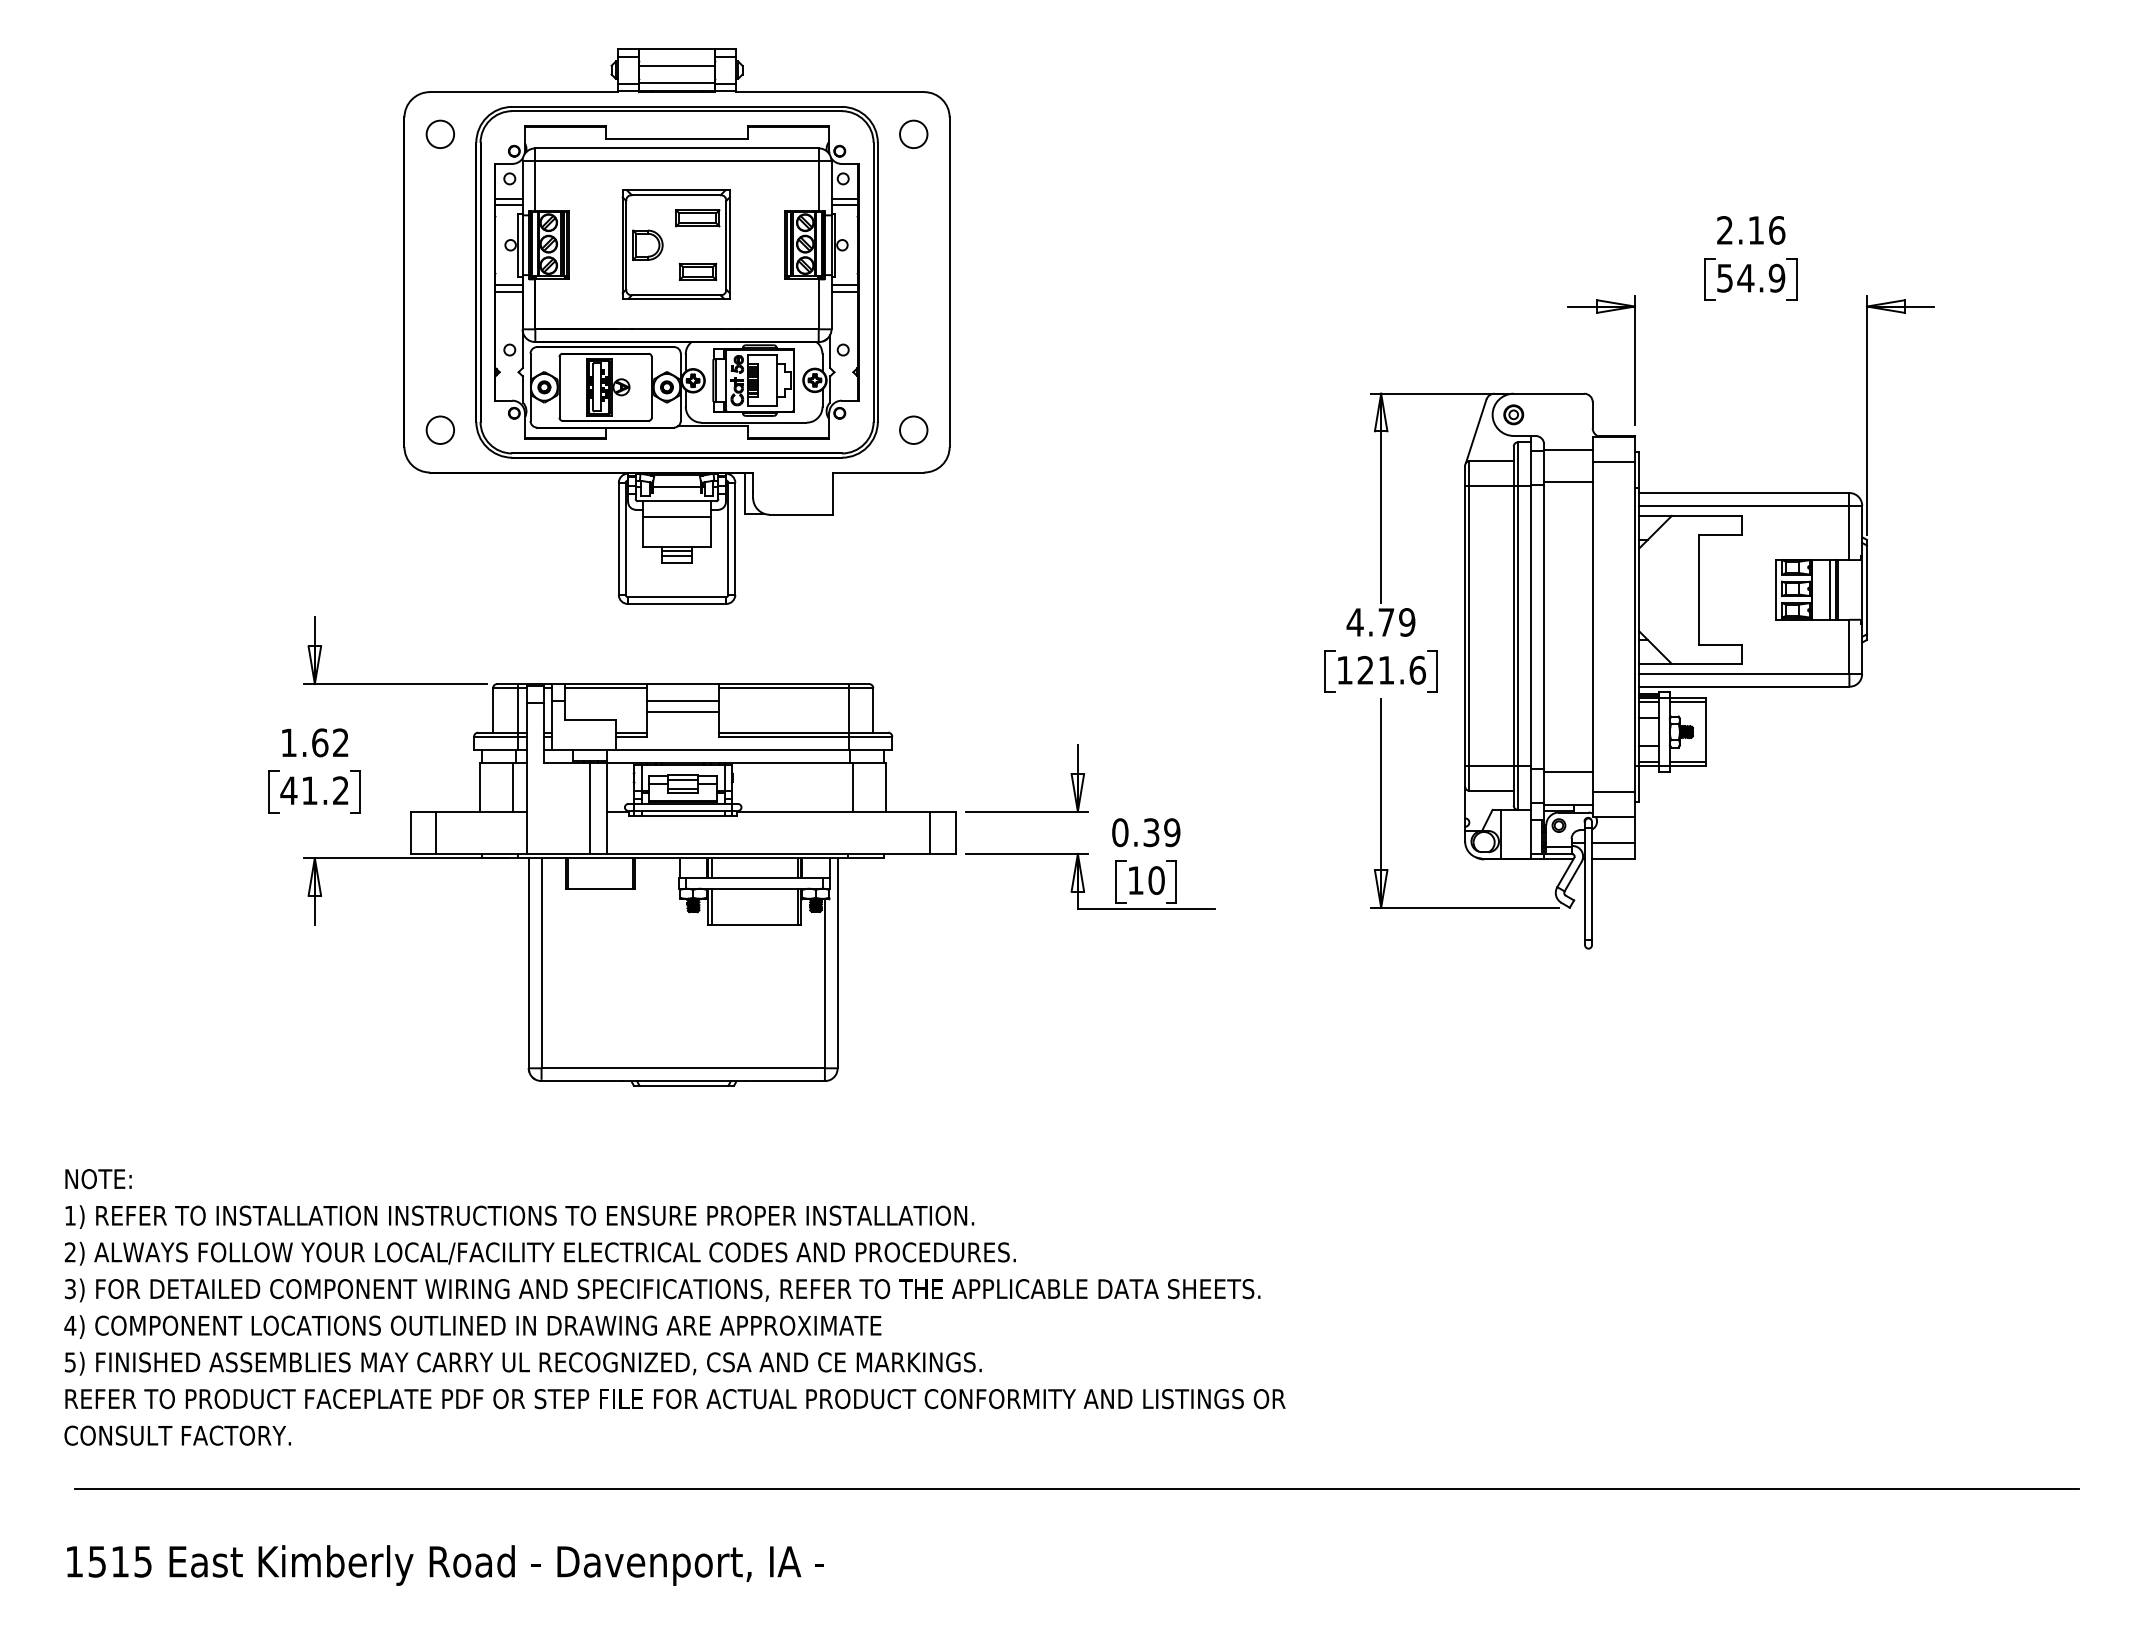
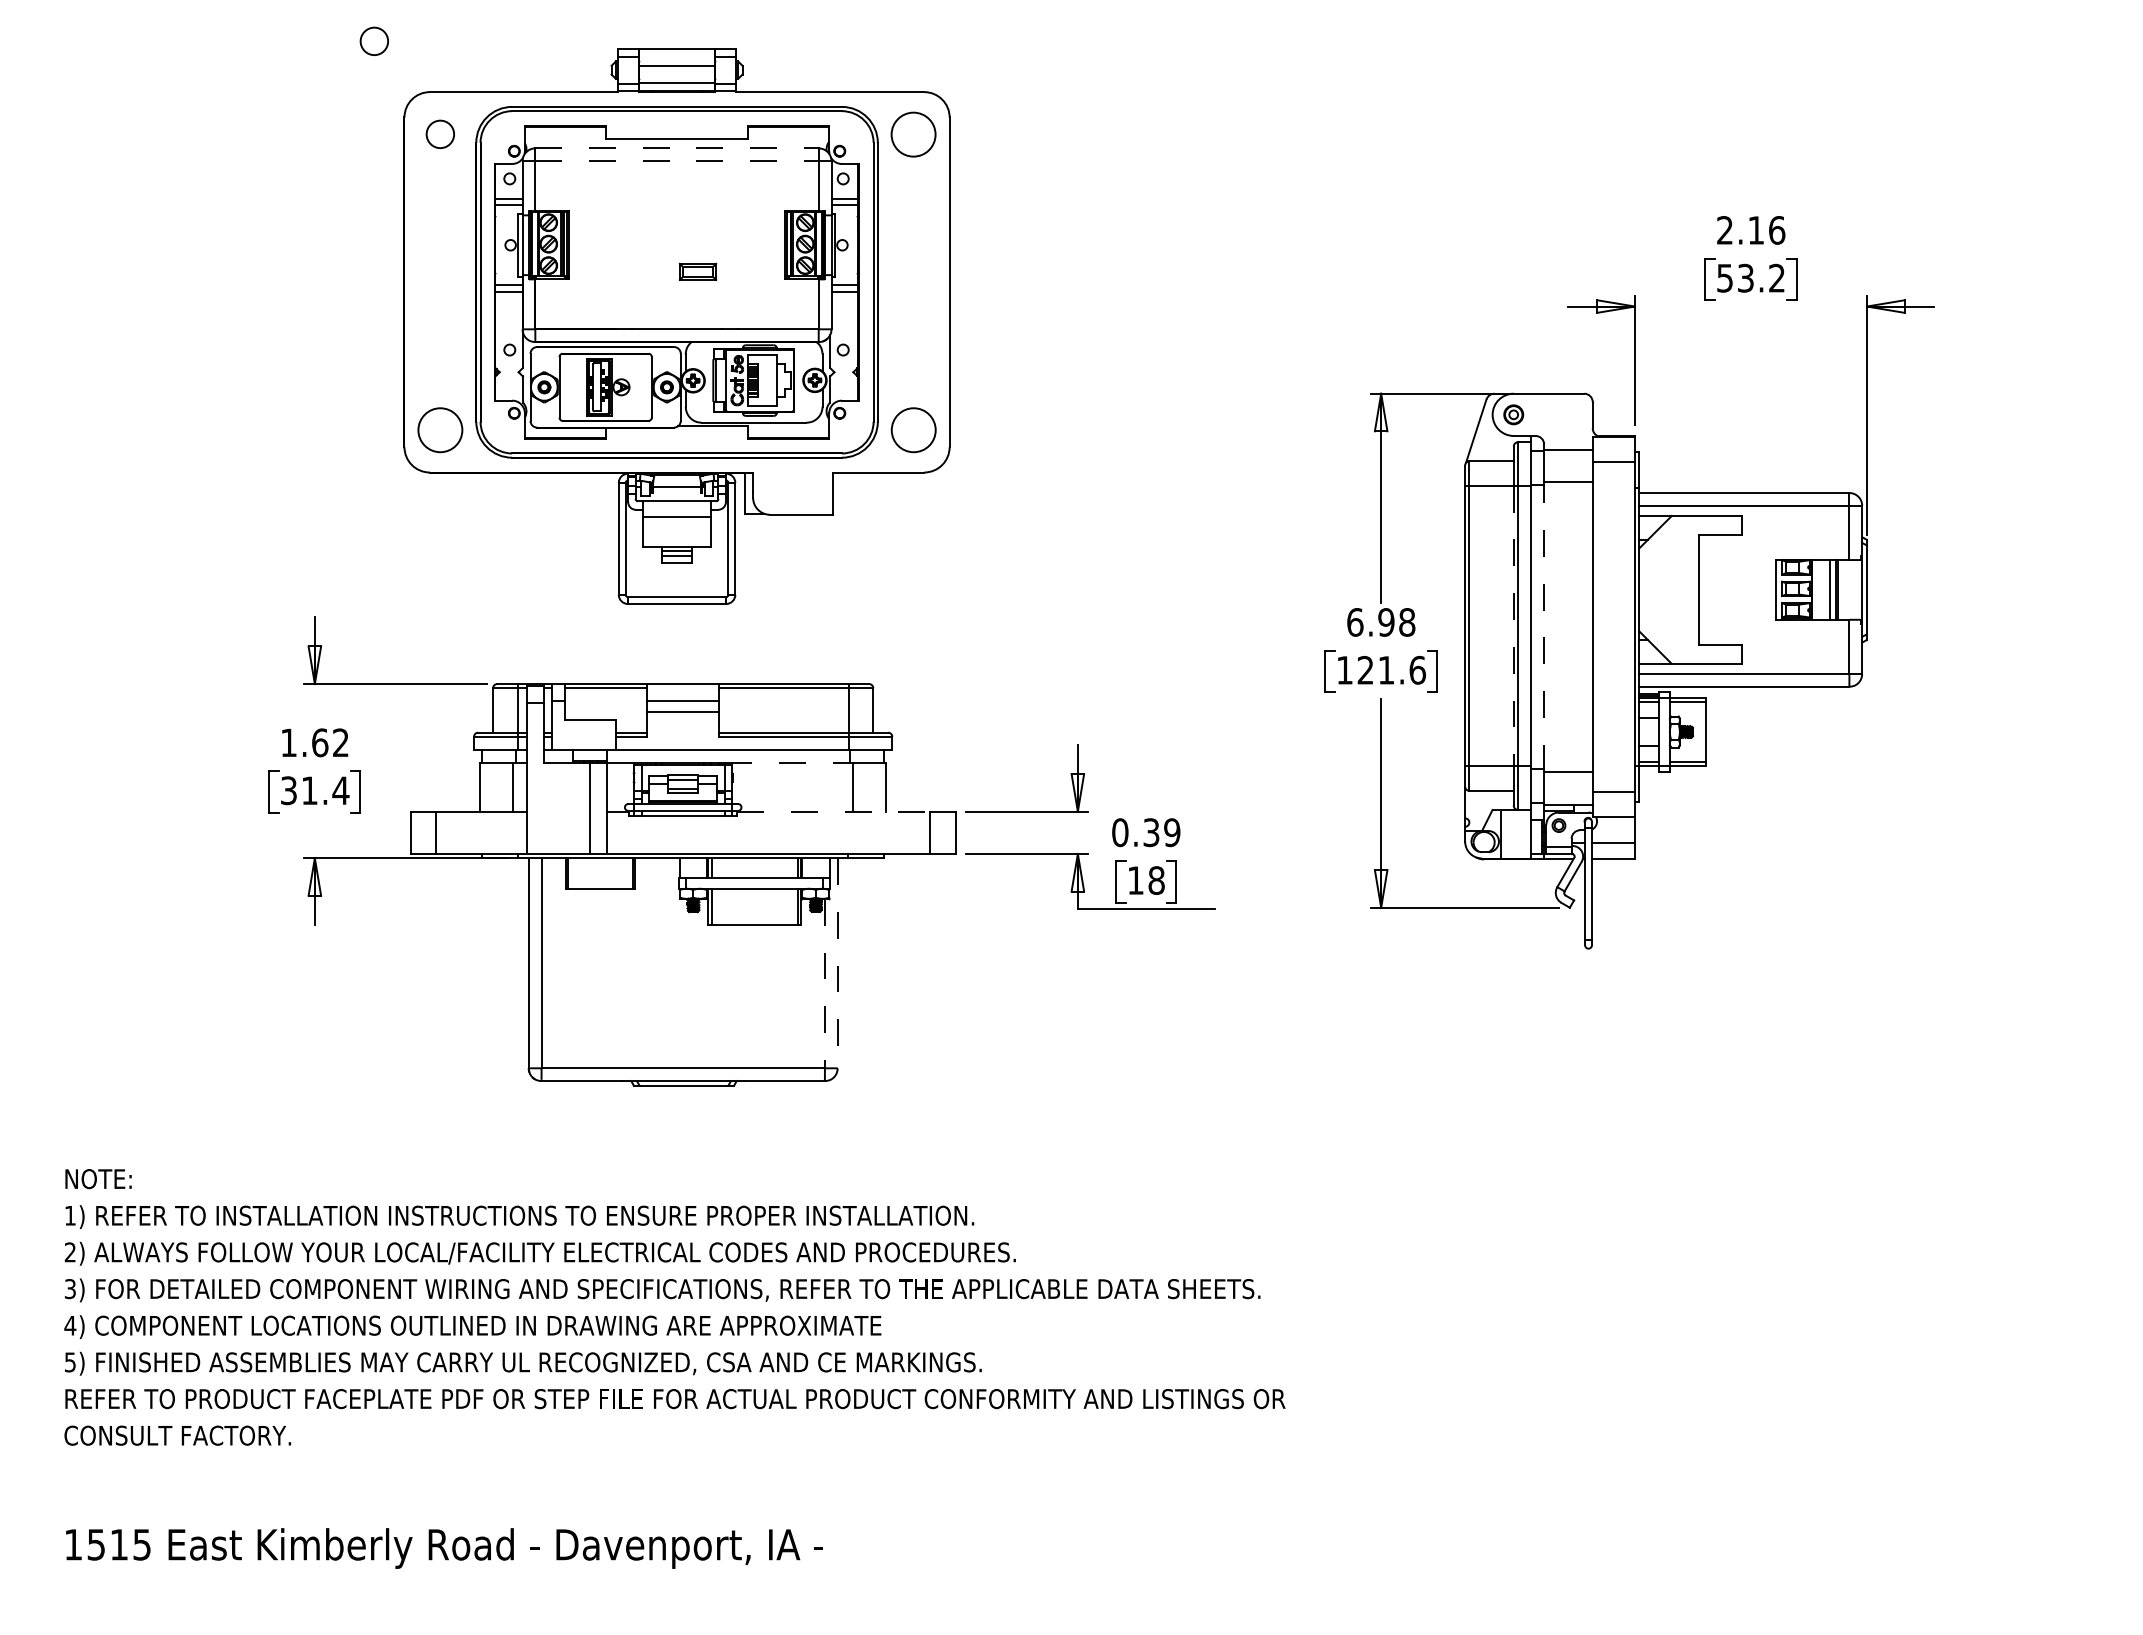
circle at (373, 40): none -> present
circle at (913, 133) size: 30x30 px -> 47x47 px
line at (677, 148): solid -> dashed
line at (677, 161): solid -> dashed
part at (675, 244): present -> none
text at (1761, 277): 54.9 -> 53.2
circle at (440, 429) diameter: 27 px -> 44 px
circle at (913, 429) diameter: 27 px -> 44 px
text at (1380, 622): 4.79 -> 6.98
line at (1513, 626): solid -> dashed
line at (1544, 627): solid -> dashed
line at (789, 763): solid -> dashed
text at (314, 790): 41.2 -> 31.4
line at (833, 811): solid -> dashed
text at (1156, 880): 10 -> 18
line at (837, 963): solid -> dashed
line at (824, 983): solid -> dashed
line at (1076, 1489): present -> none
text at (445, 1565) position: (445, 1565) -> (444, 1548)
